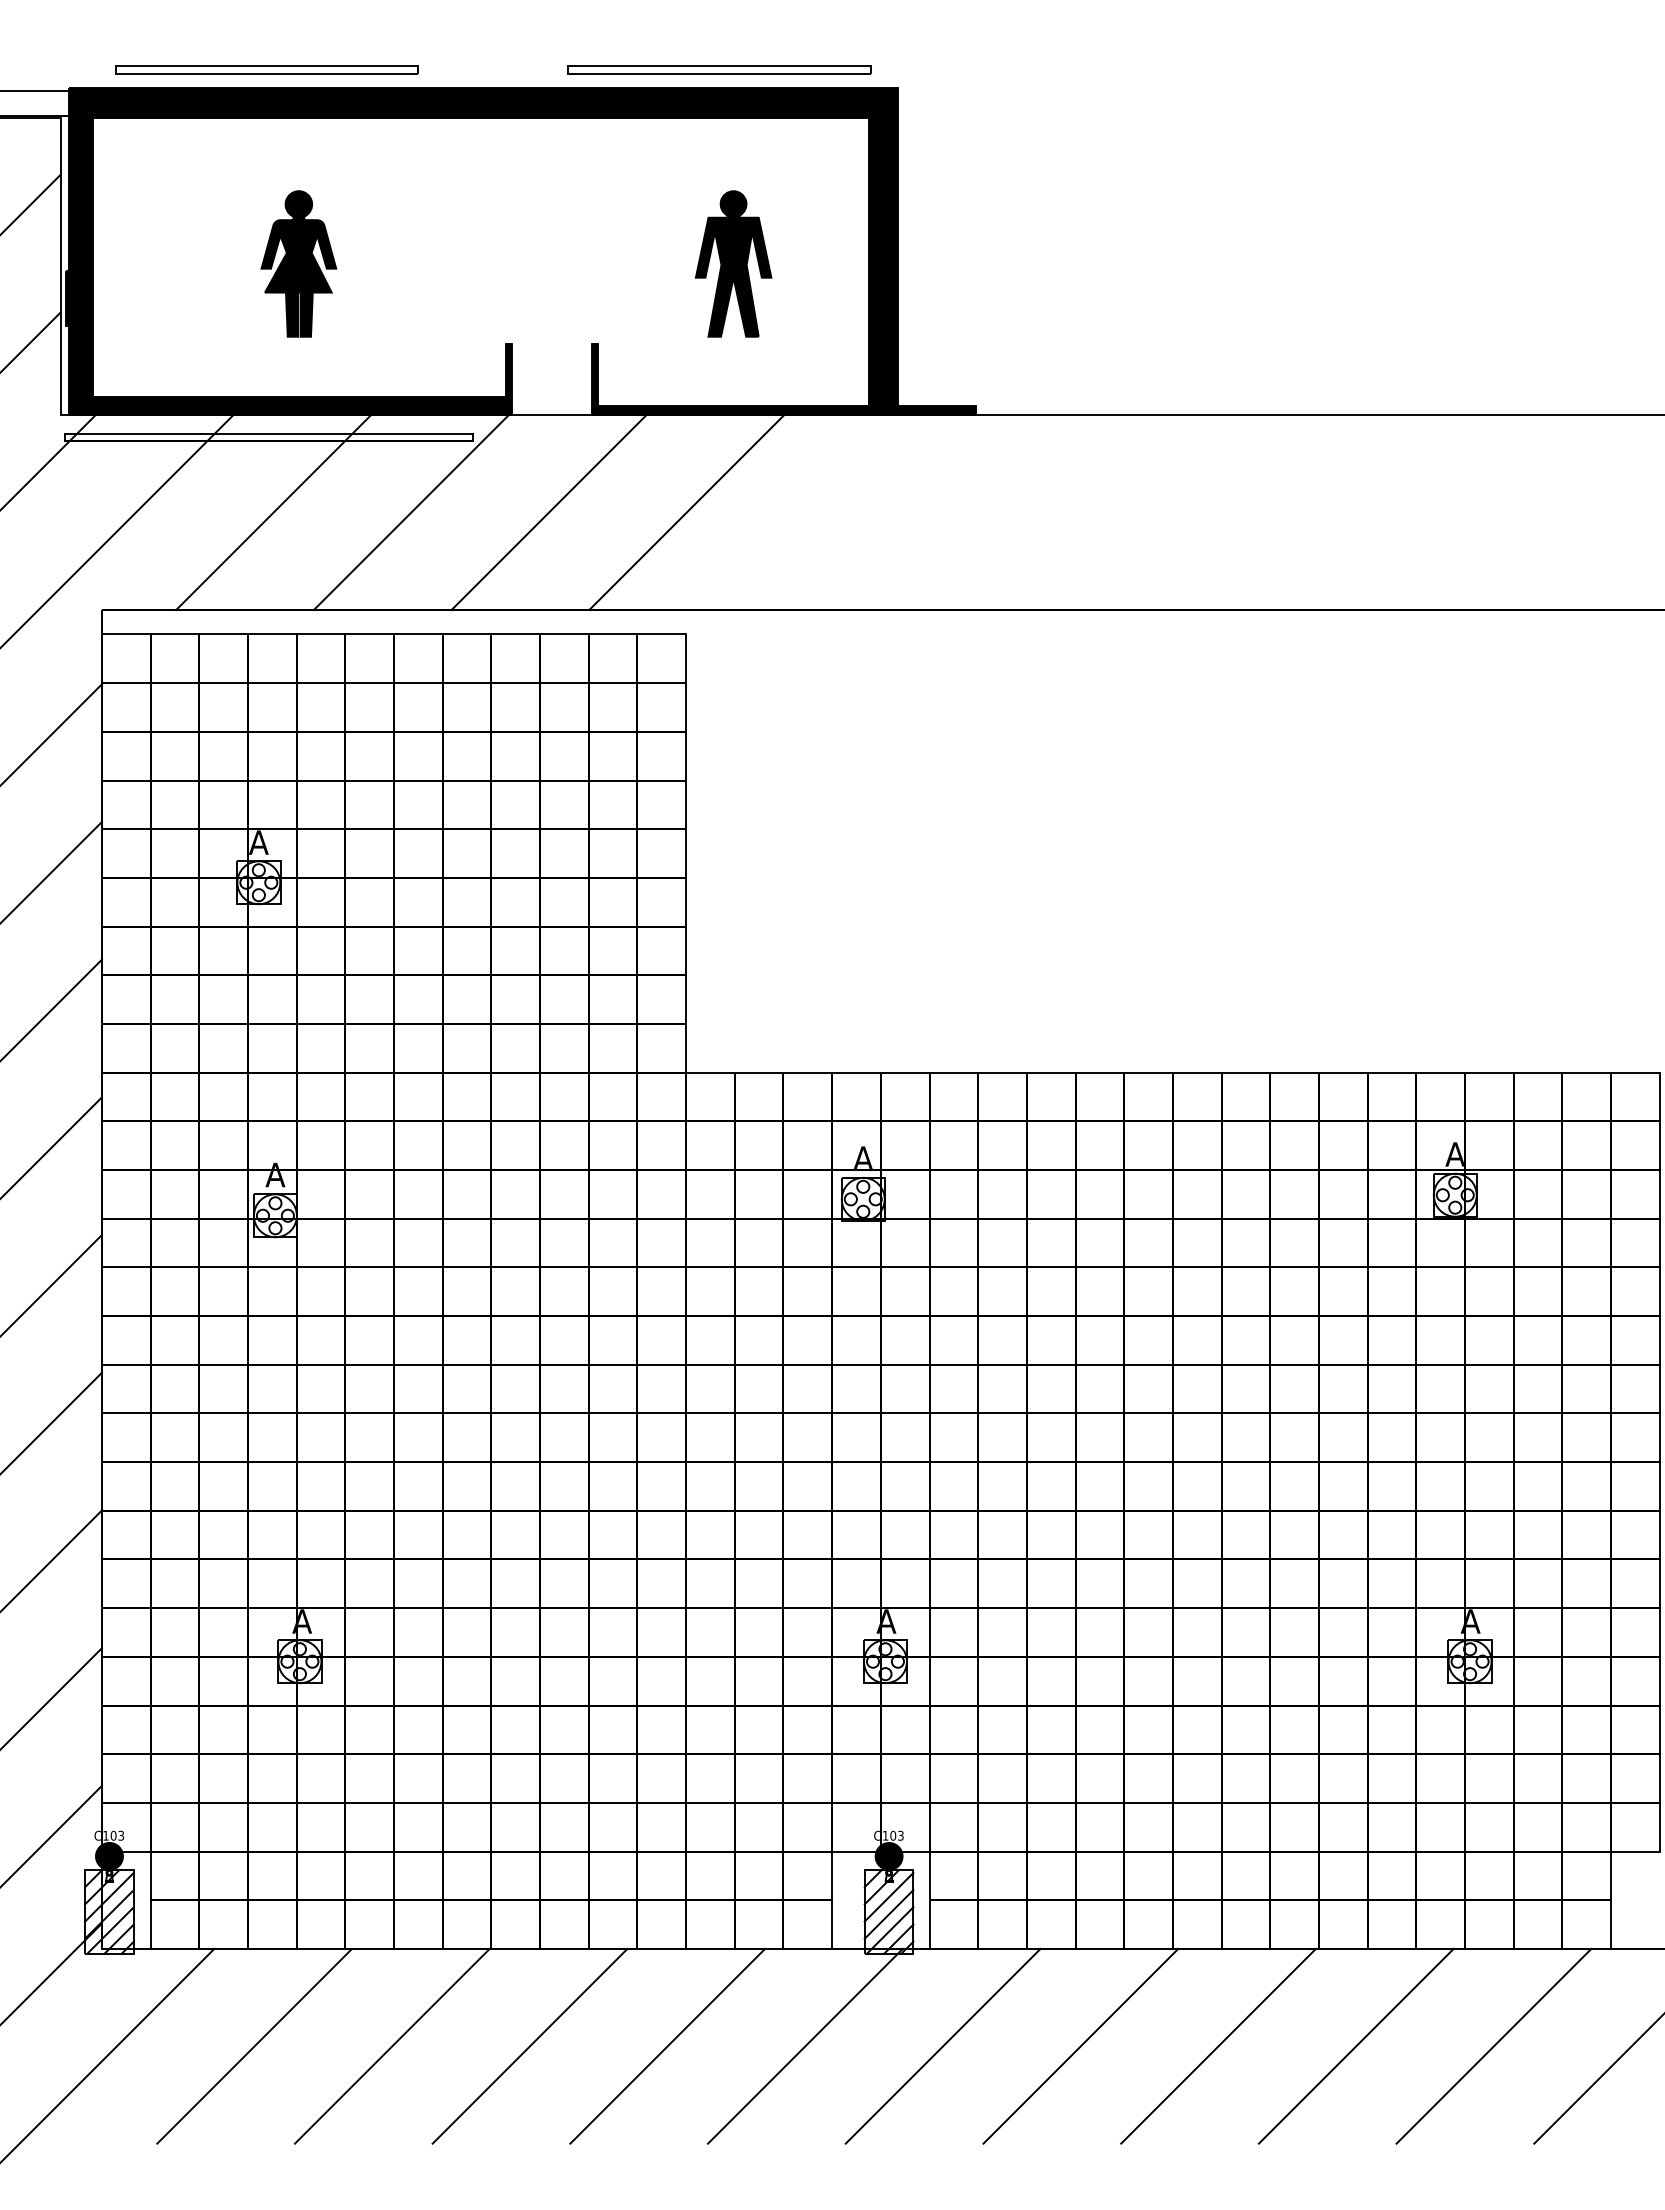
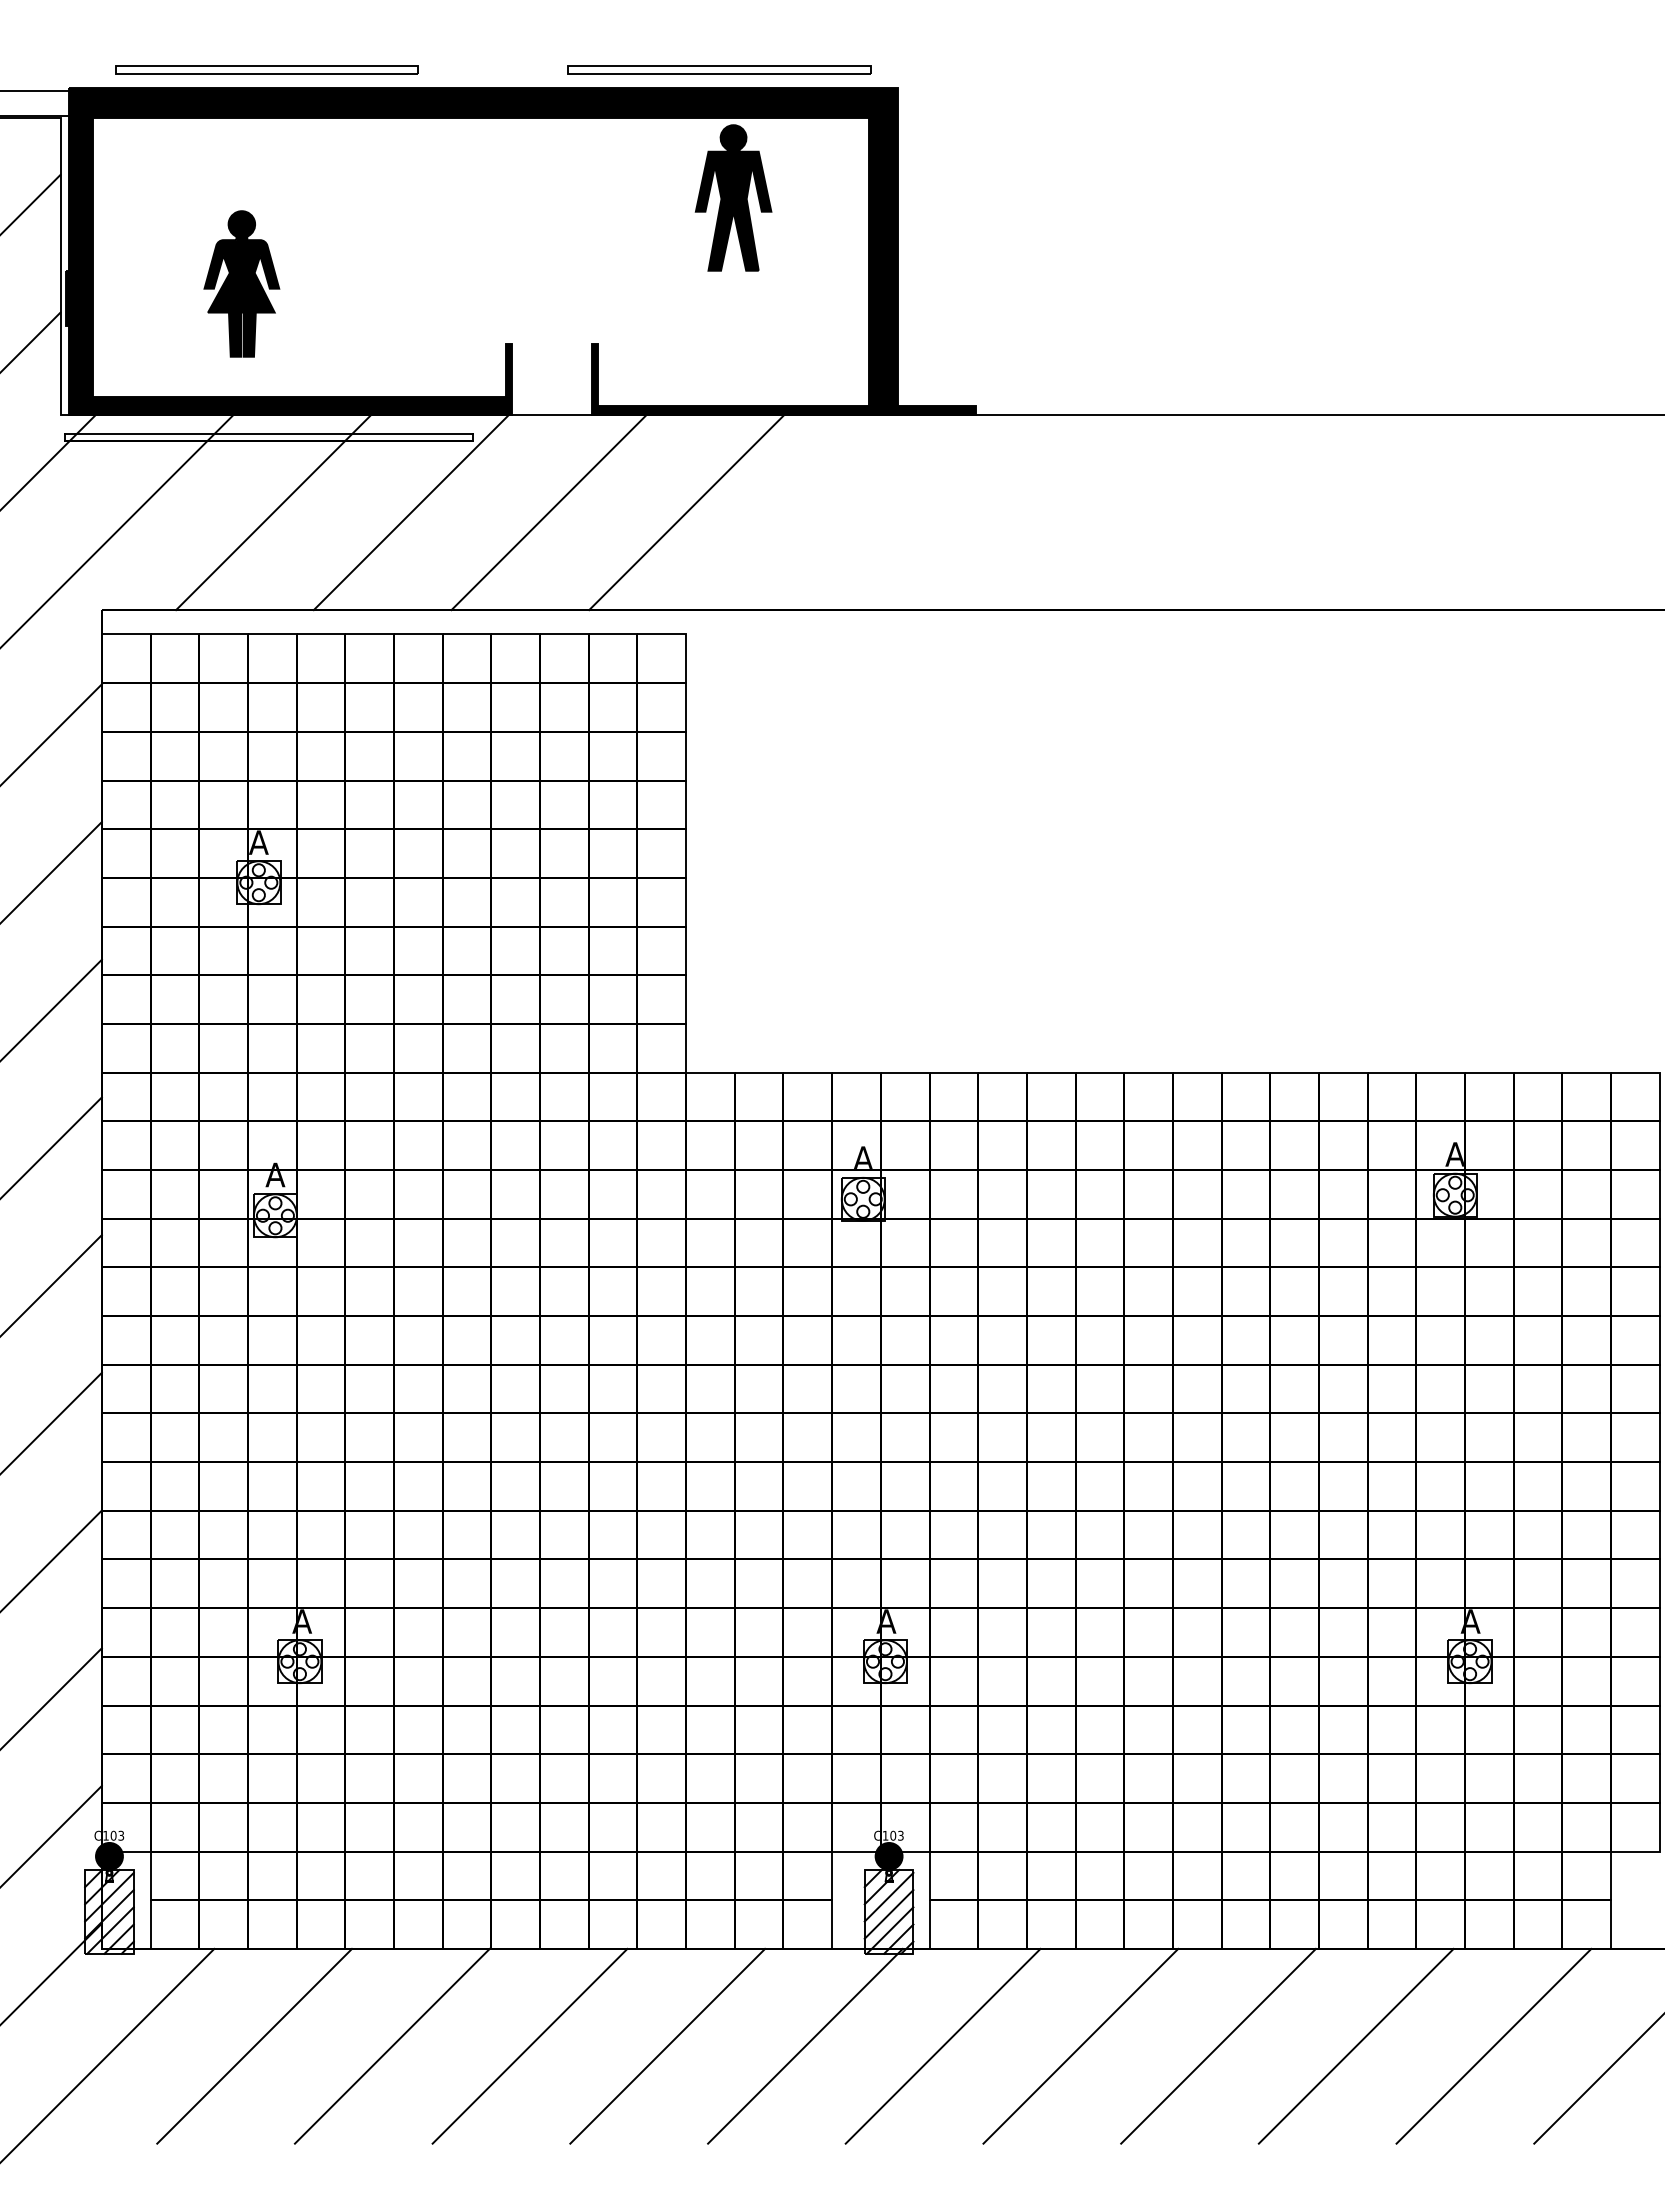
part at (298, 263) position: (298, 263) -> (241, 283)
part at (733, 263) position: (733, 263) -> (733, 197)
